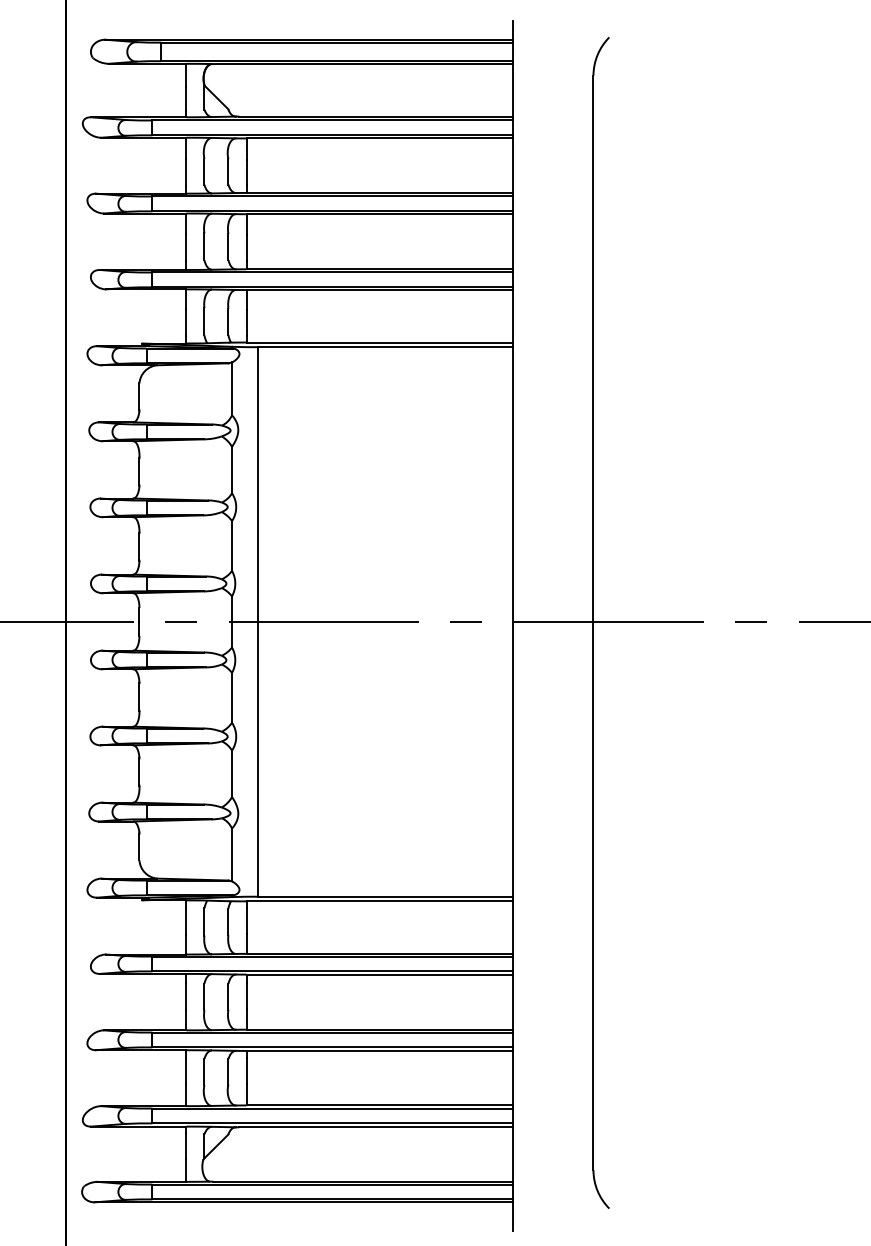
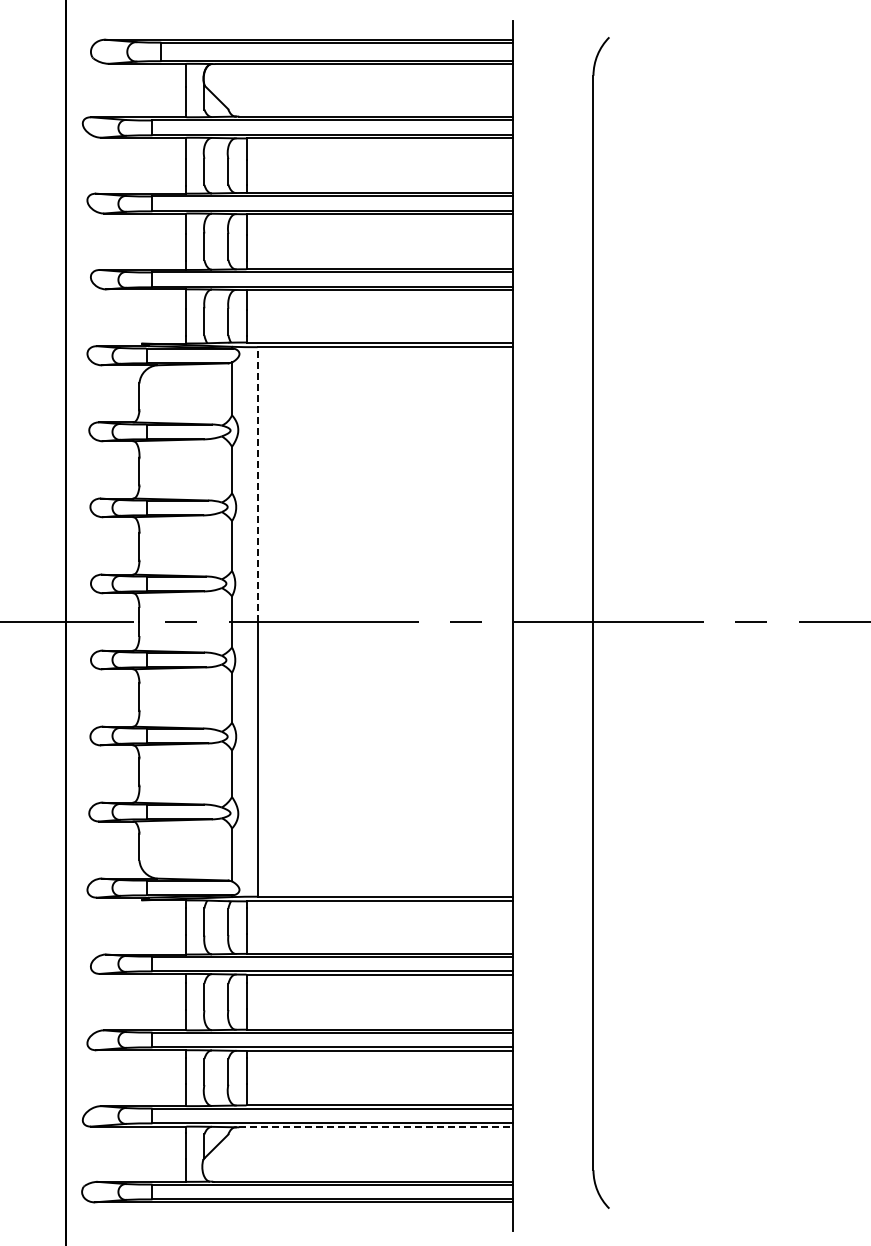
line at (257, 484): solid -> dashed
line at (376, 1127): solid -> dashed
